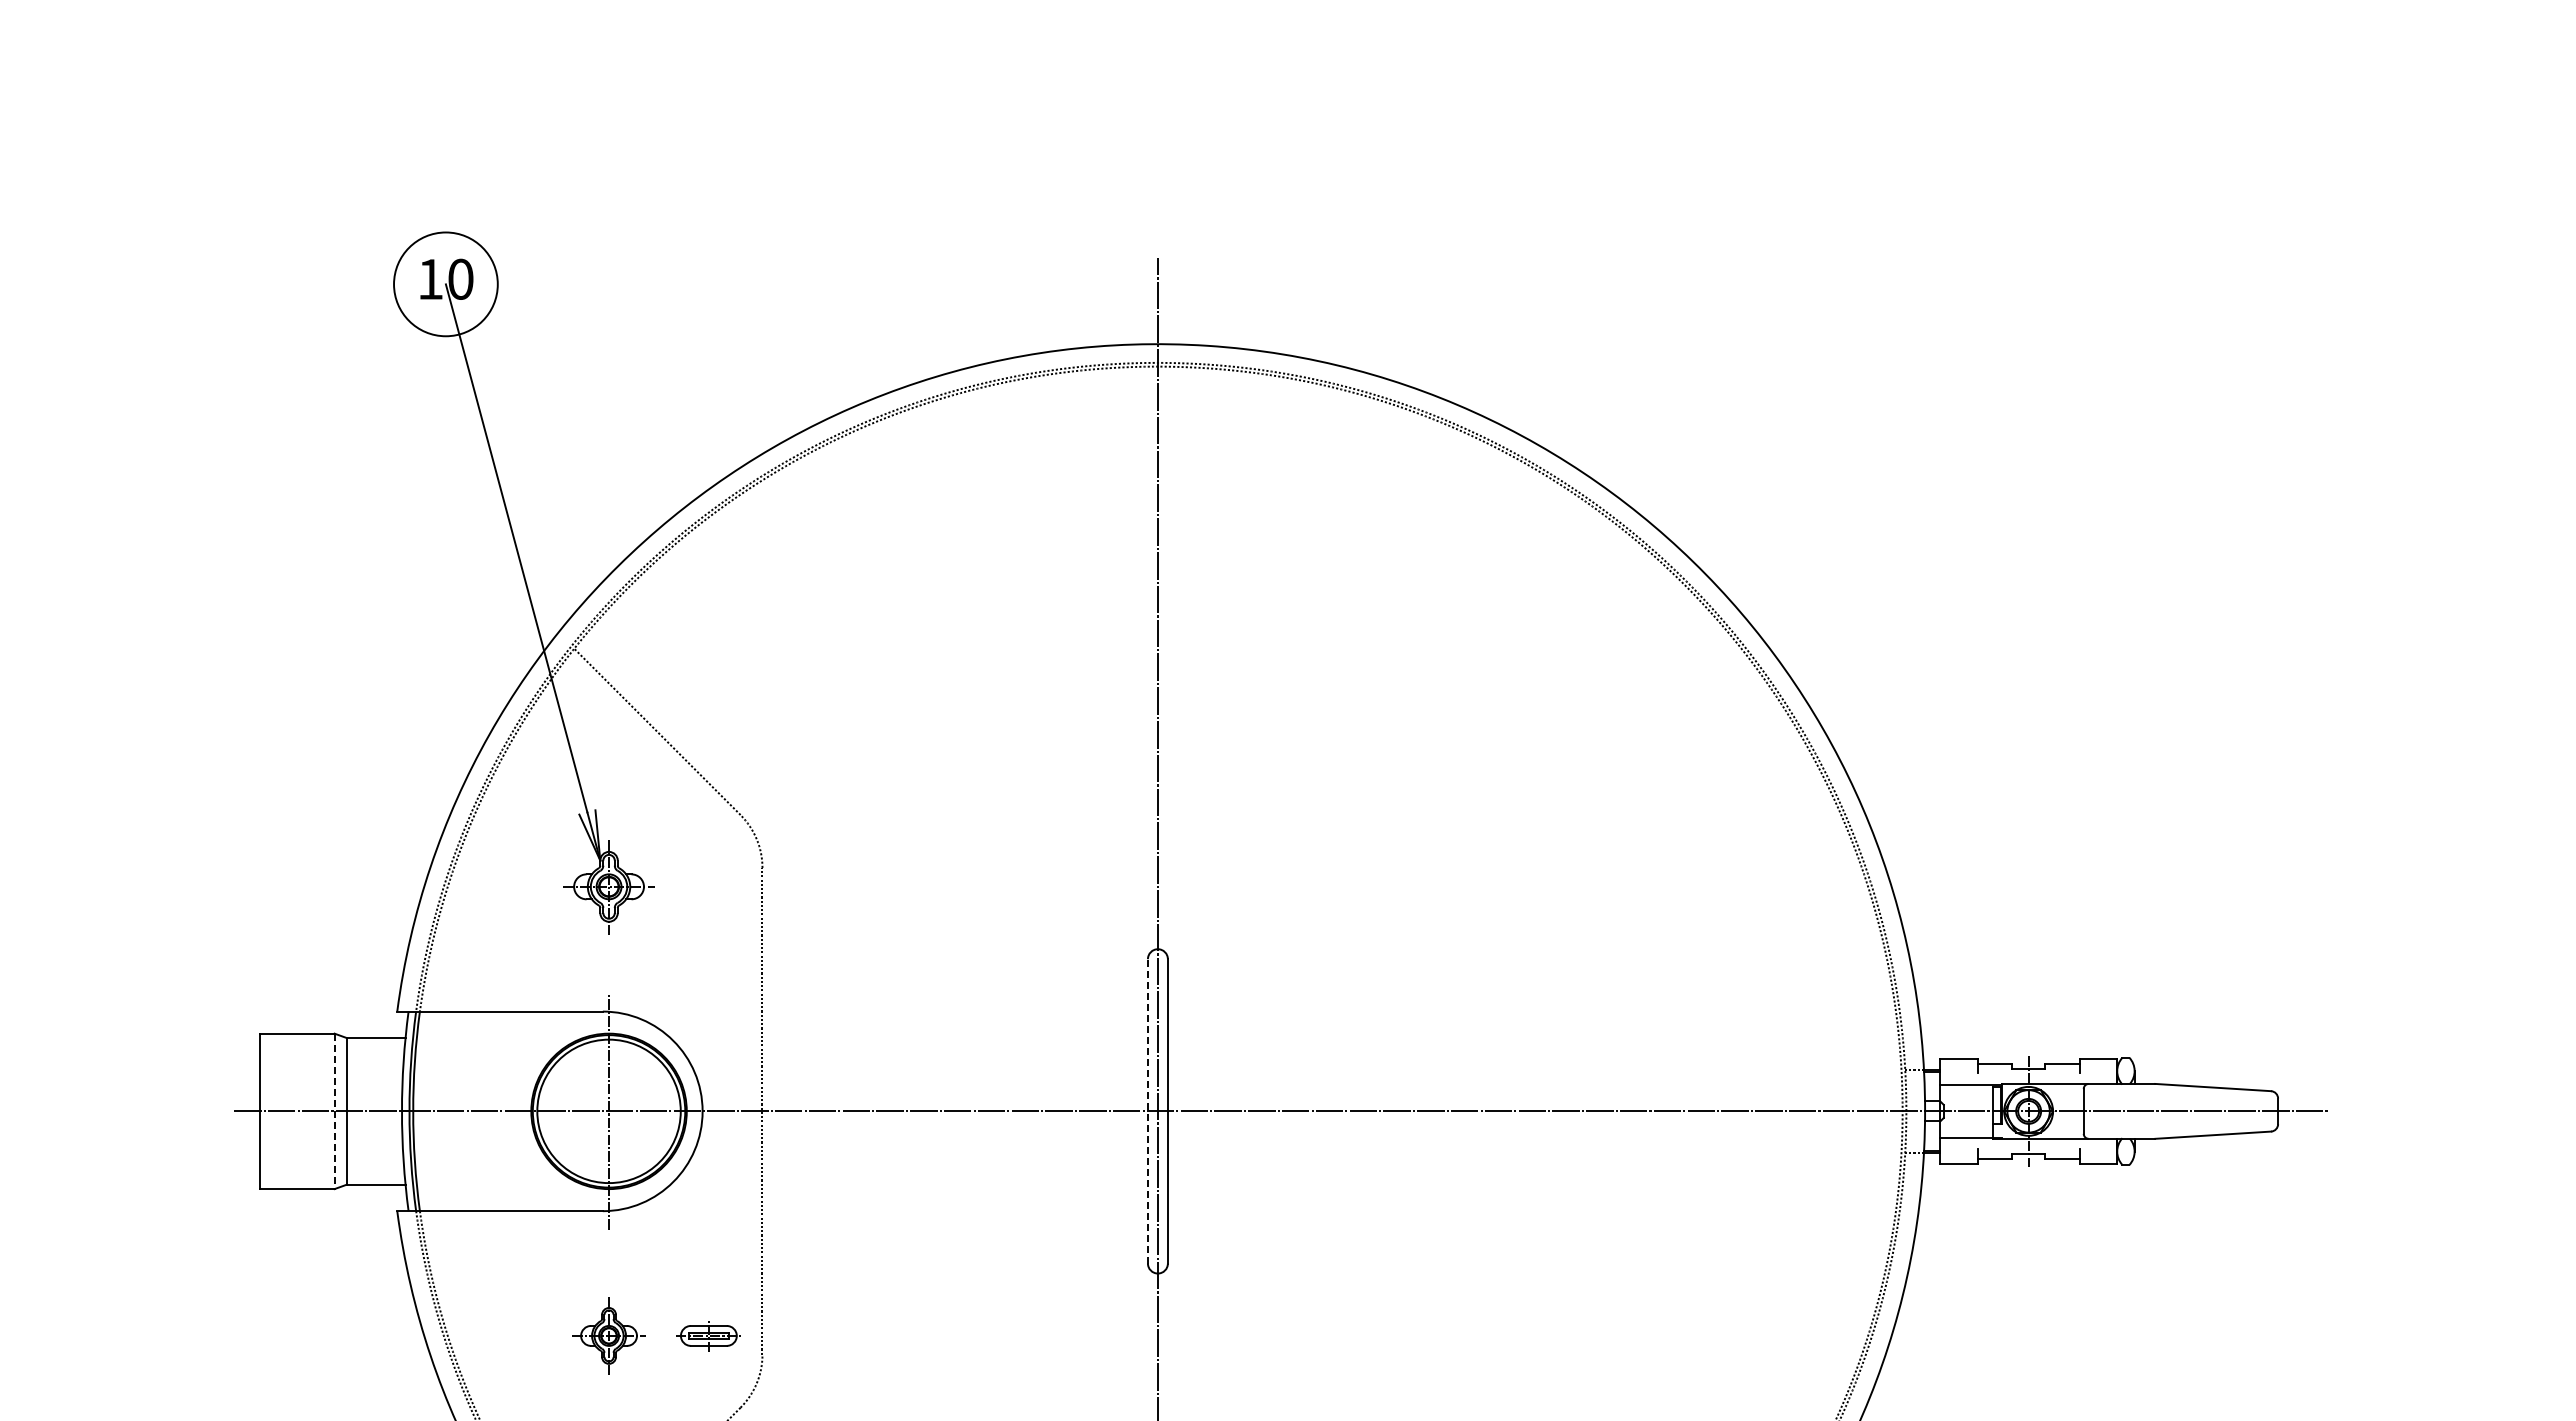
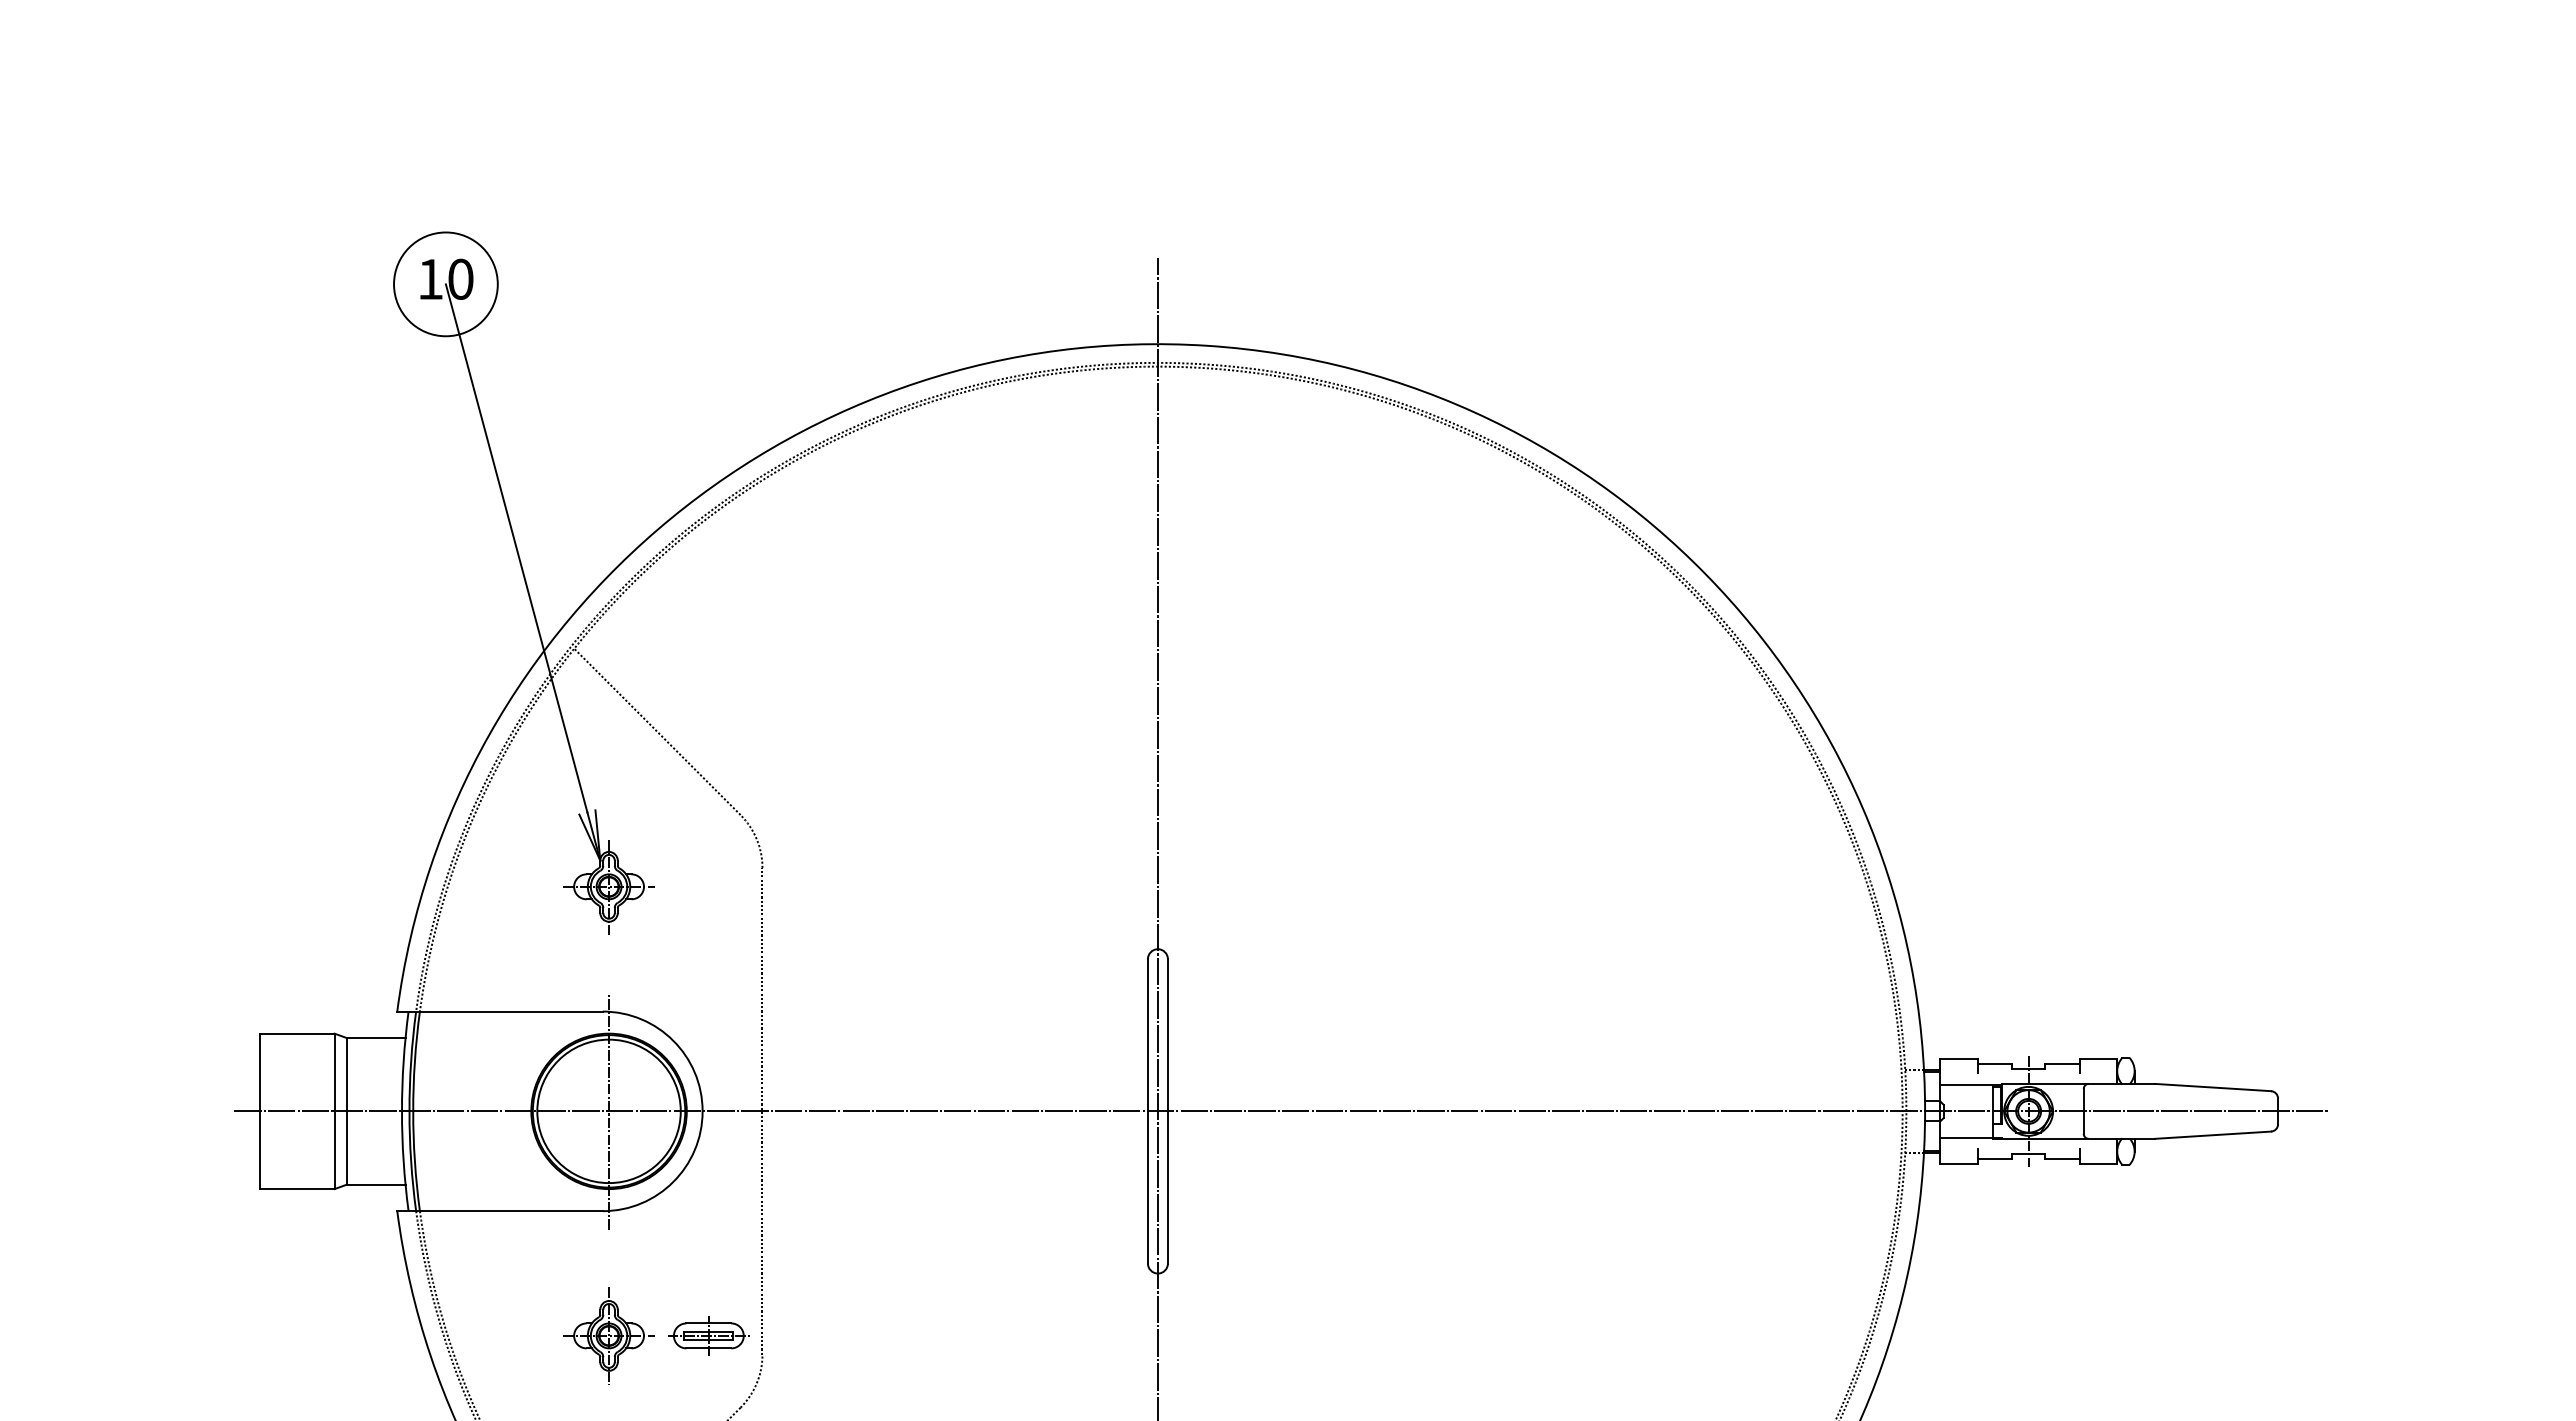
line at (1147, 1110): dashed -> solid
line at (334, 1111): dashed -> solid
part at (608, 1335) size: 74x78 px -> 92x98 px
part at (708, 1336) size: 65x31 px -> 82x40 px
